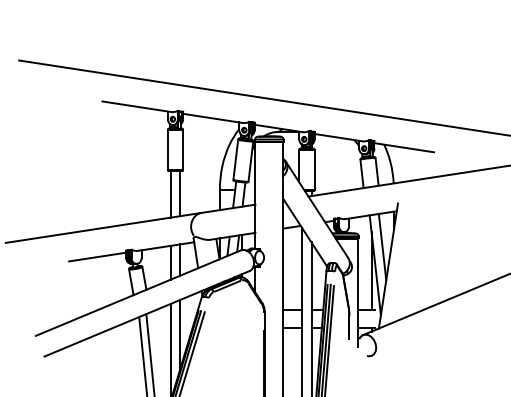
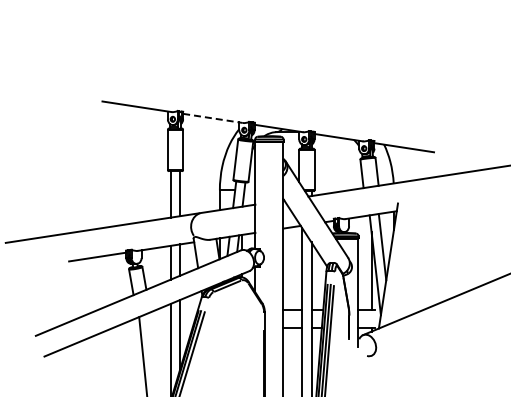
line at (263, 97): present -> none
line at (213, 118): solid -> dashed
line at (150, 353): present -> none
